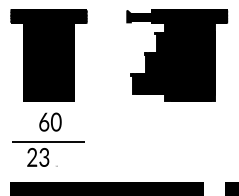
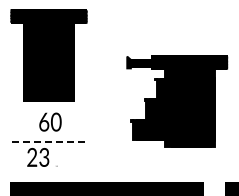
part at (177, 55) position: (177, 55) -> (177, 101)
line at (48, 141): solid -> dashed
